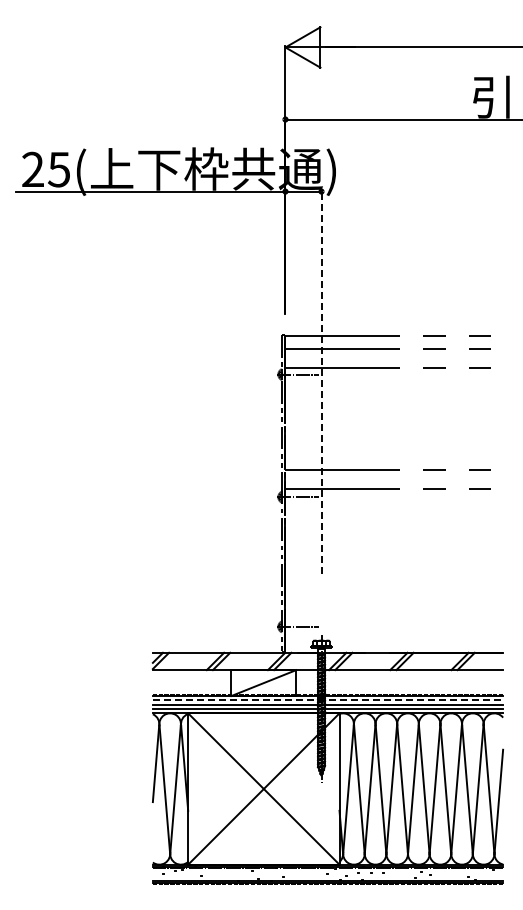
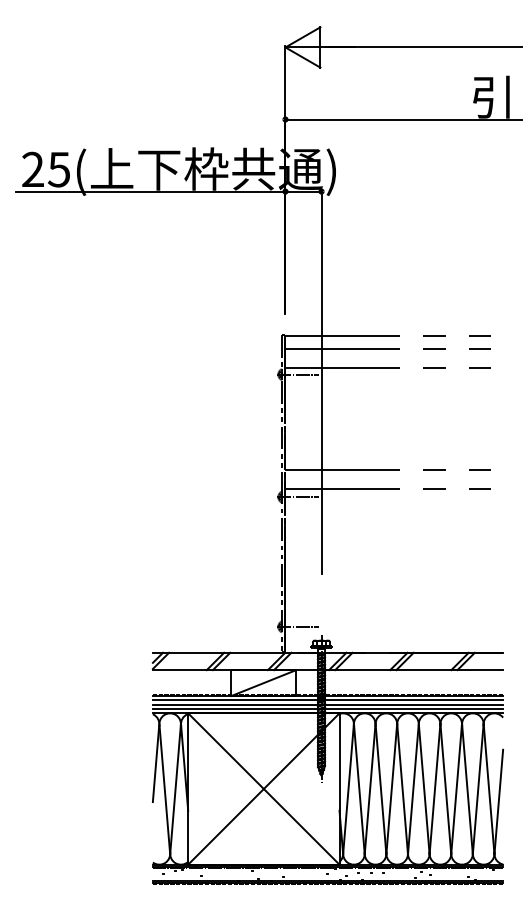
line at (321, 381): dashed -> solid
line at (328, 700): dashed -> solid
